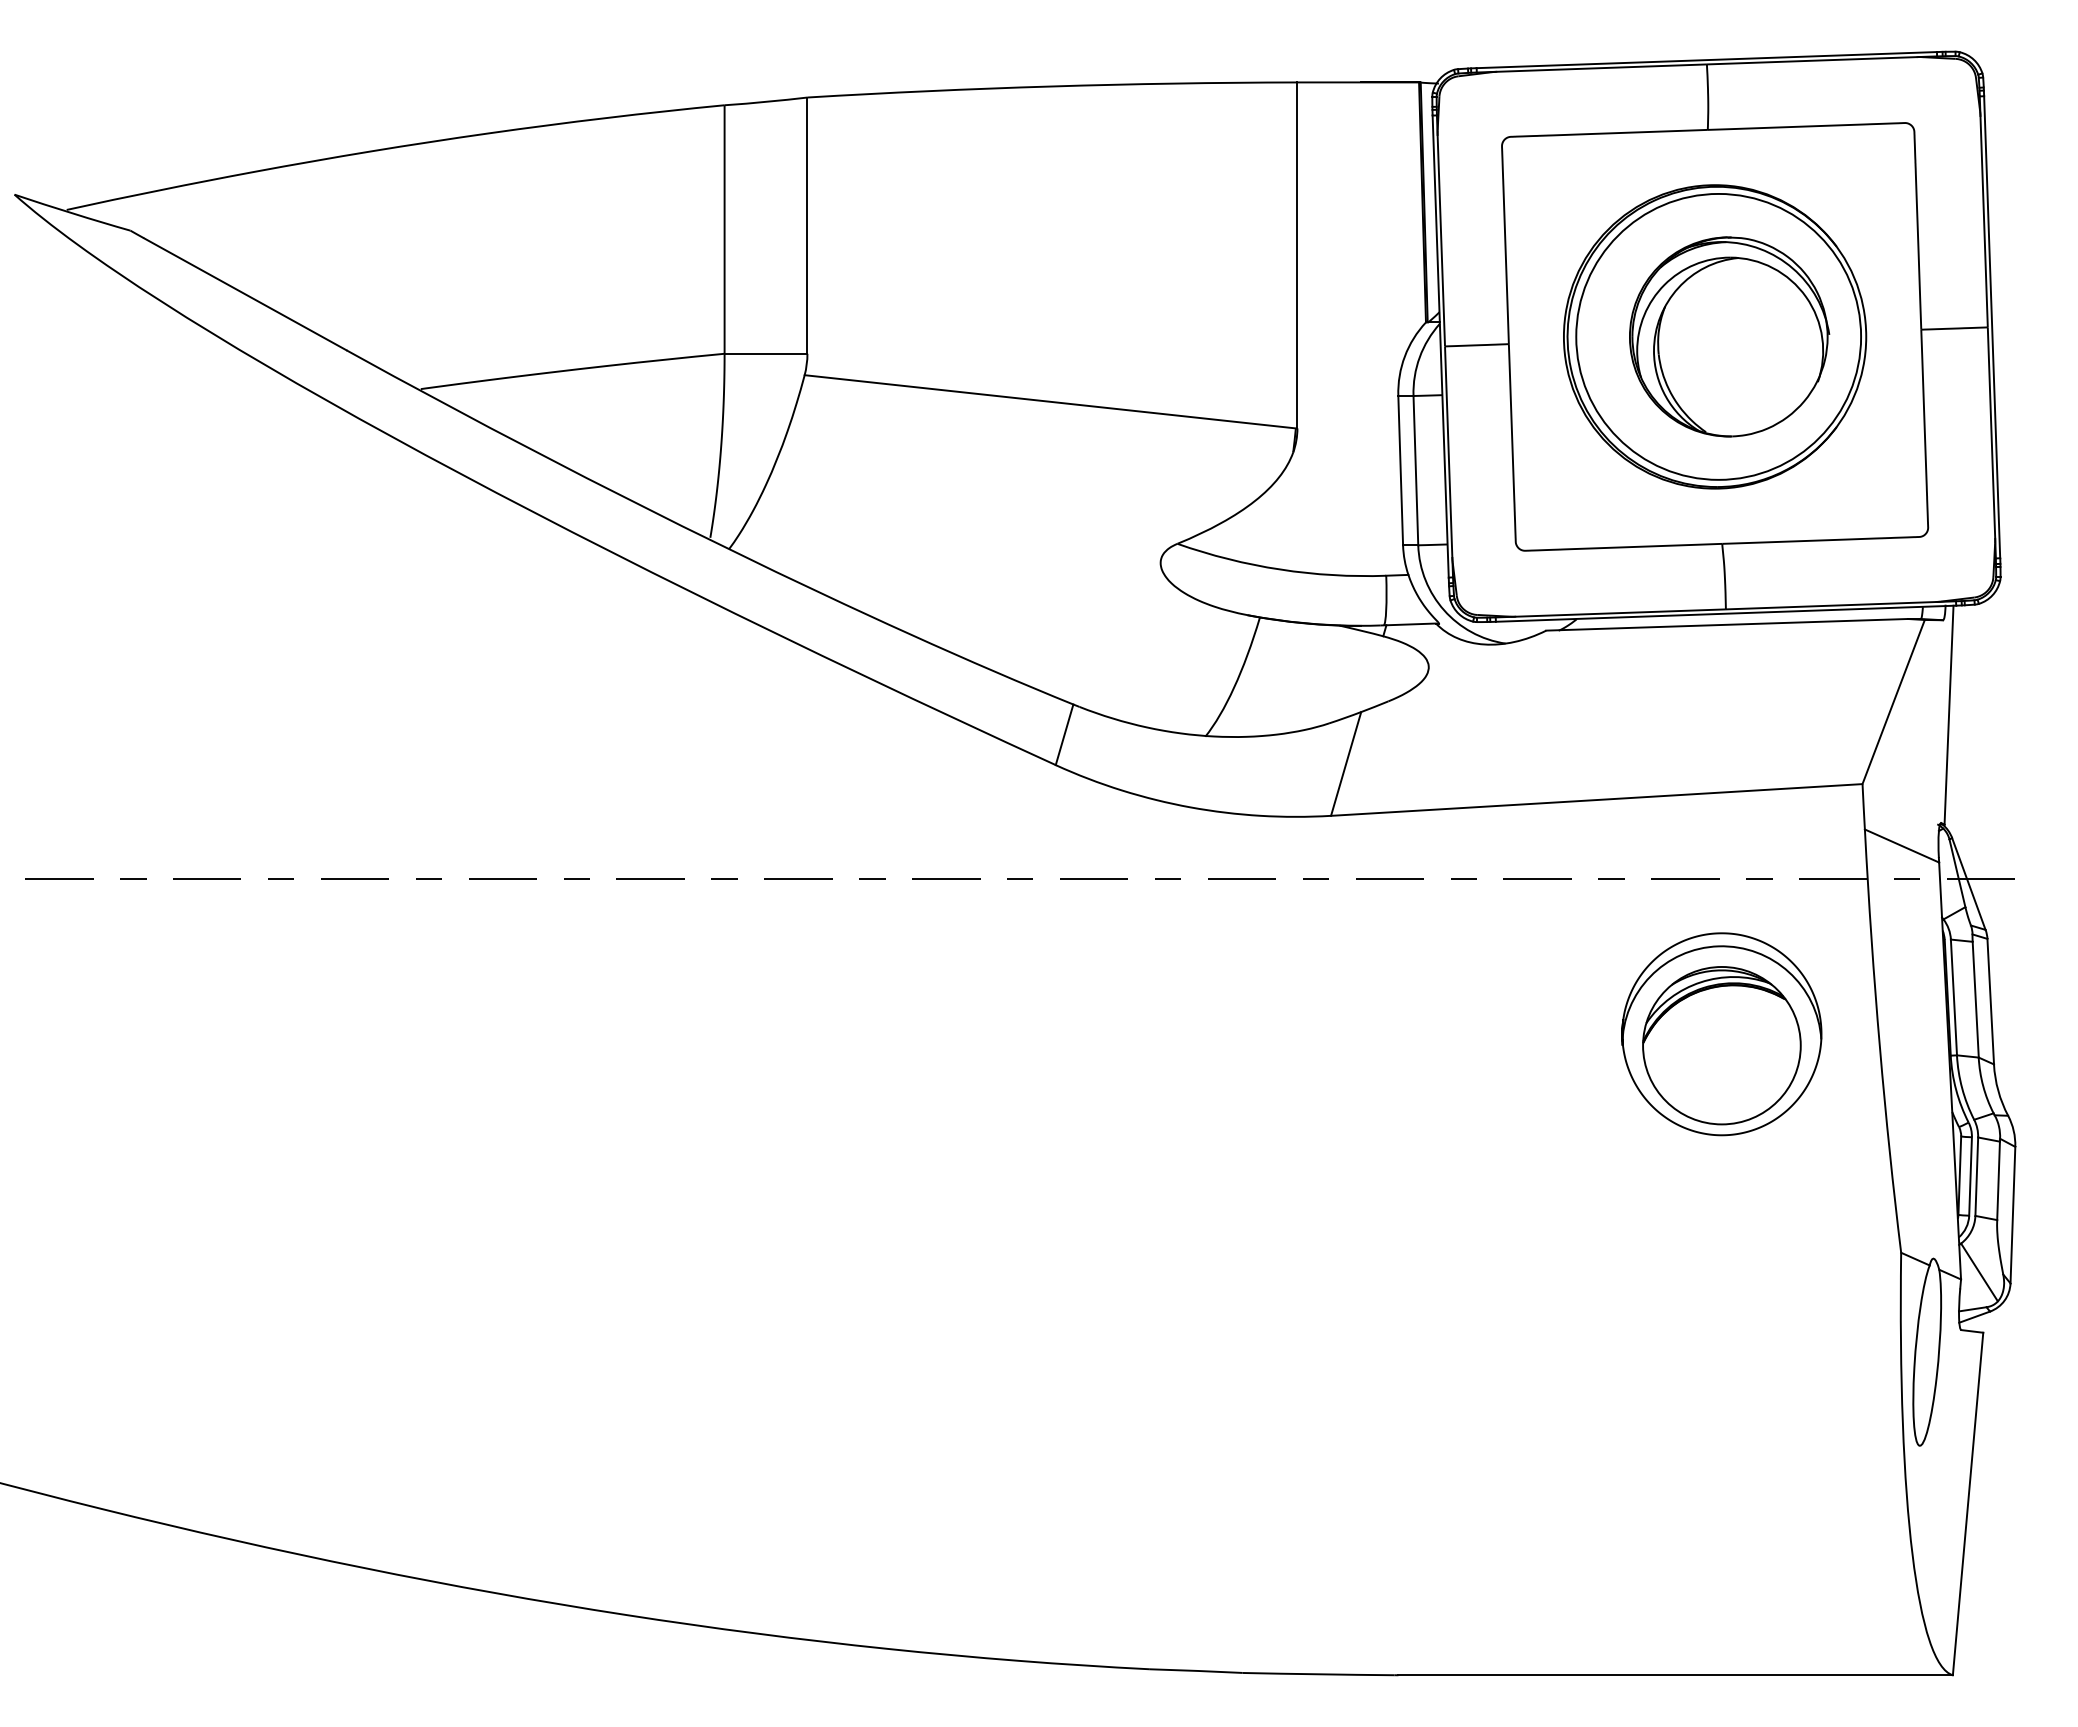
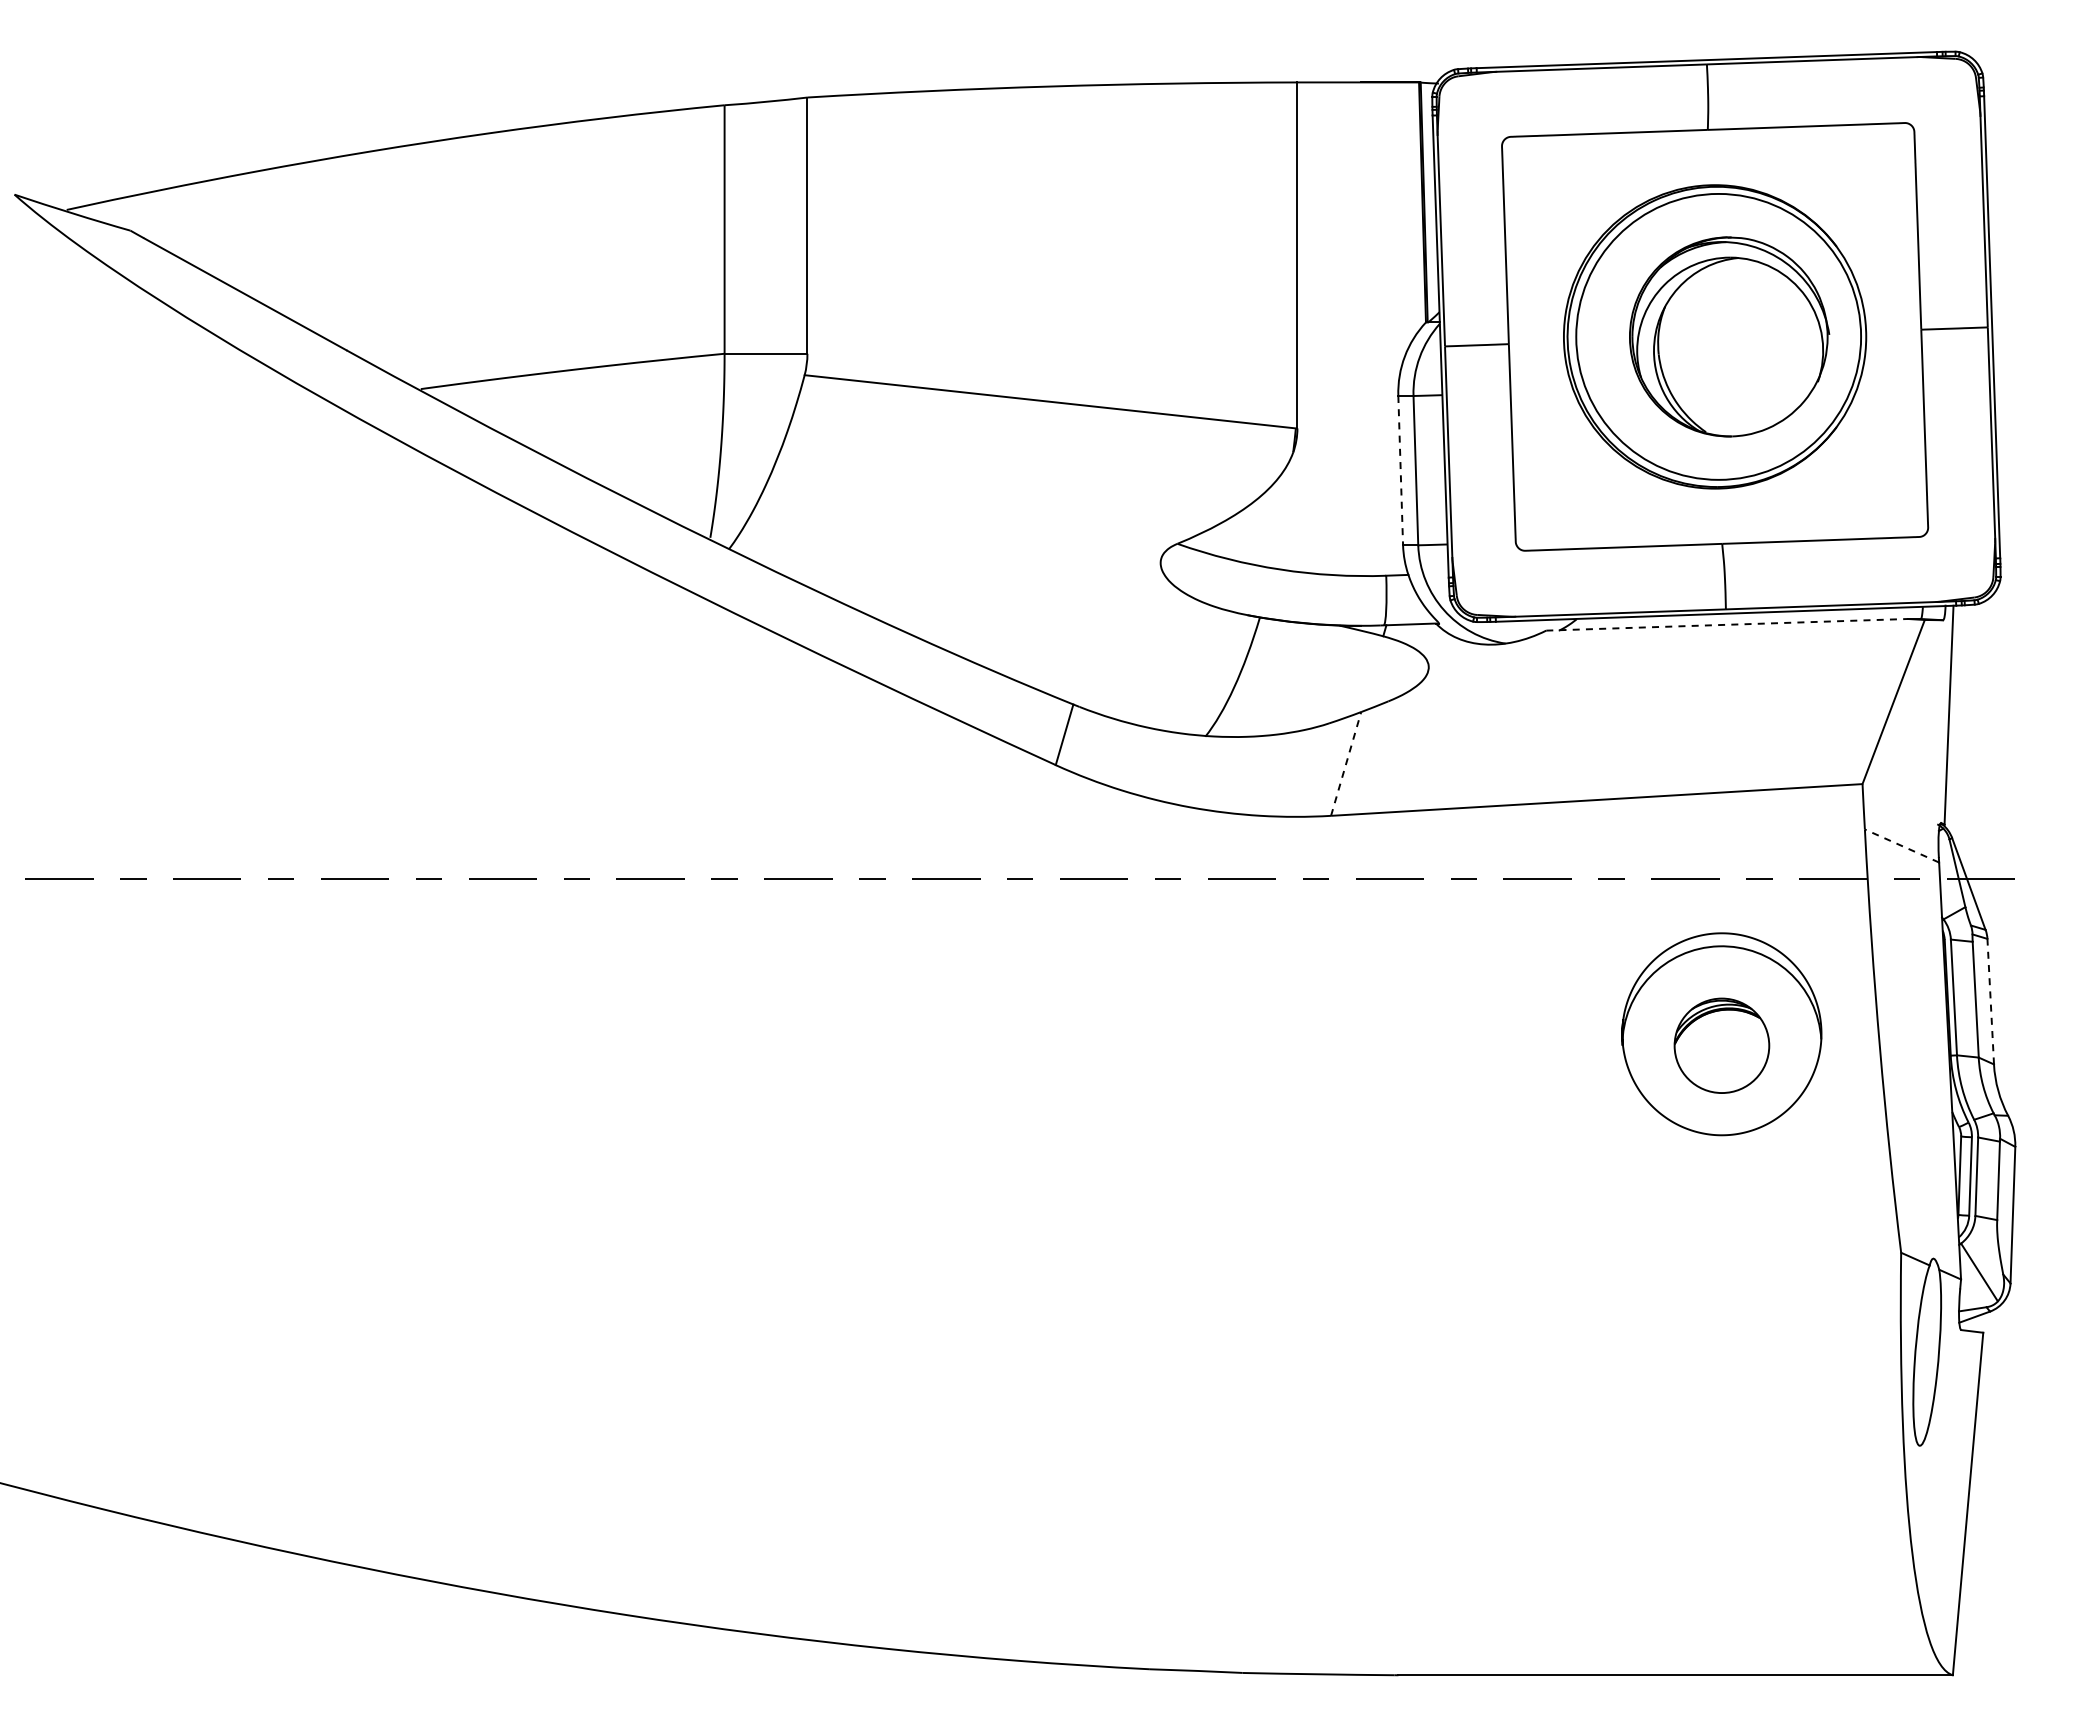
line at (1400, 470): solid -> dashed
line at (1727, 624): solid -> dashed
line at (1346, 763): solid -> dashed
line at (1902, 846): solid -> dashed
line at (1990, 1001): solid -> dashed
part at (1721, 1045) size: 160x160 px -> 98x97 px
